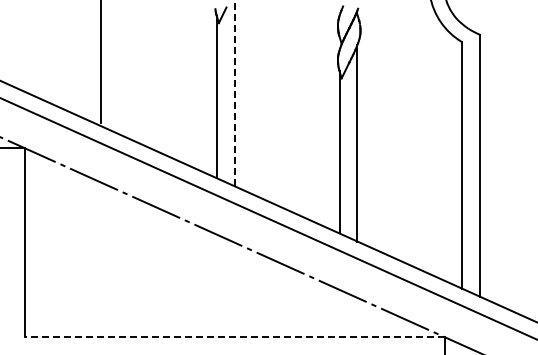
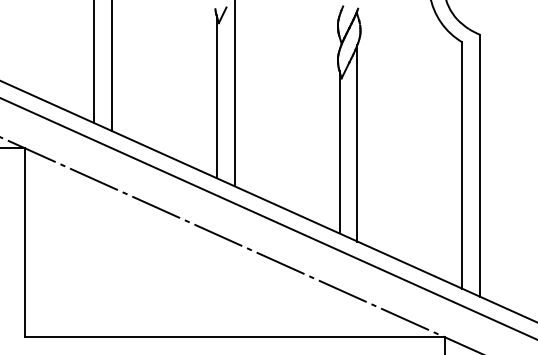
line at (101, 62) position: (101, 62) -> (94, 62)
line at (111, 66): none -> present
line at (234, 92): dashed -> solid
line at (234, 337): dashed -> solid
